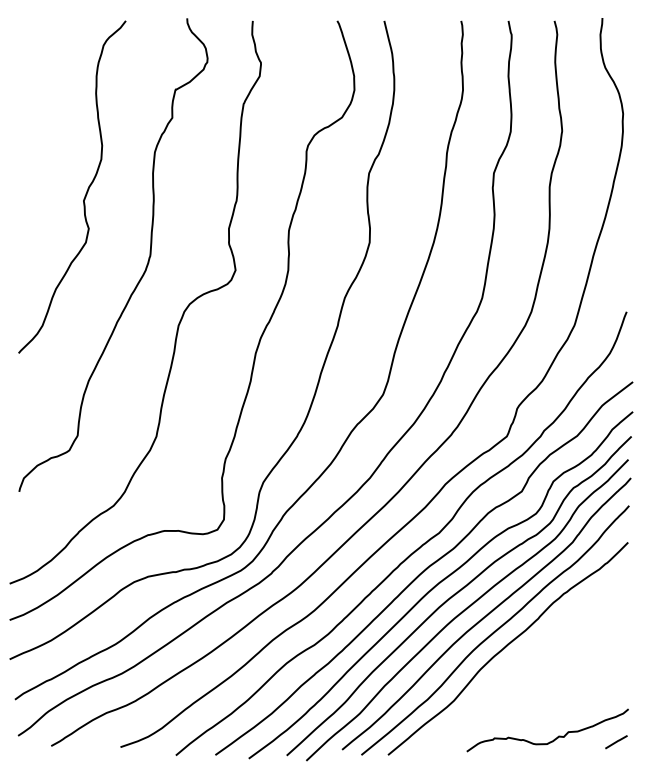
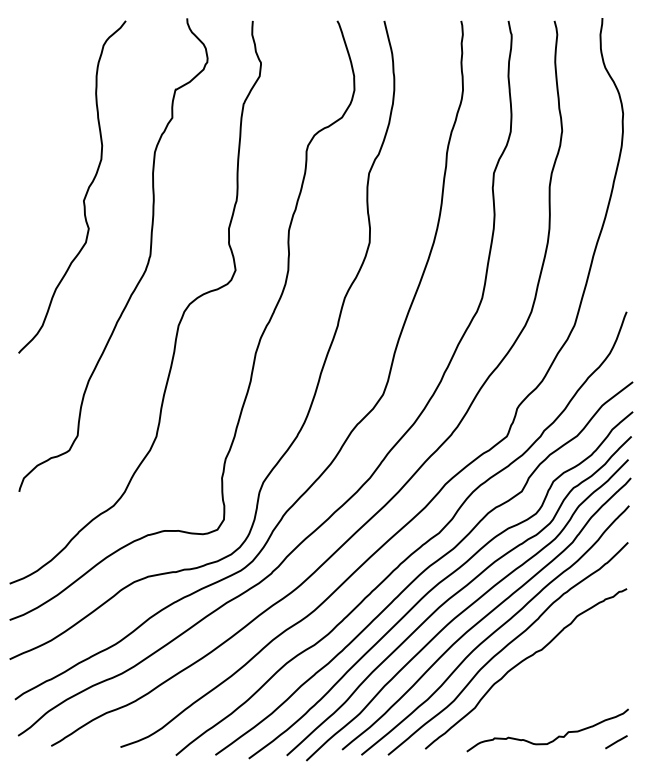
curve at (522, 662): none -> present
